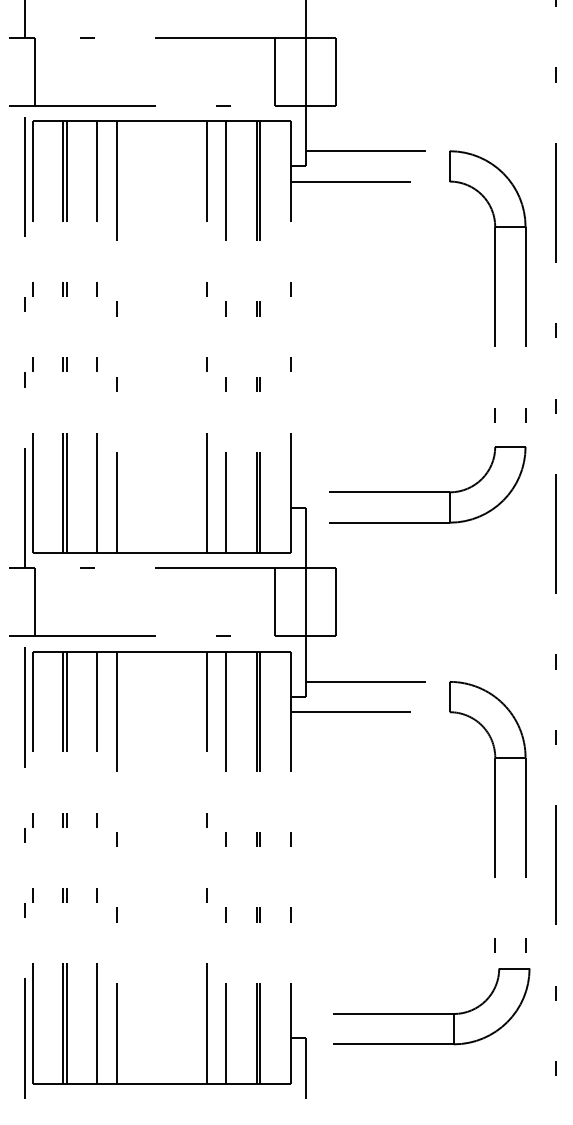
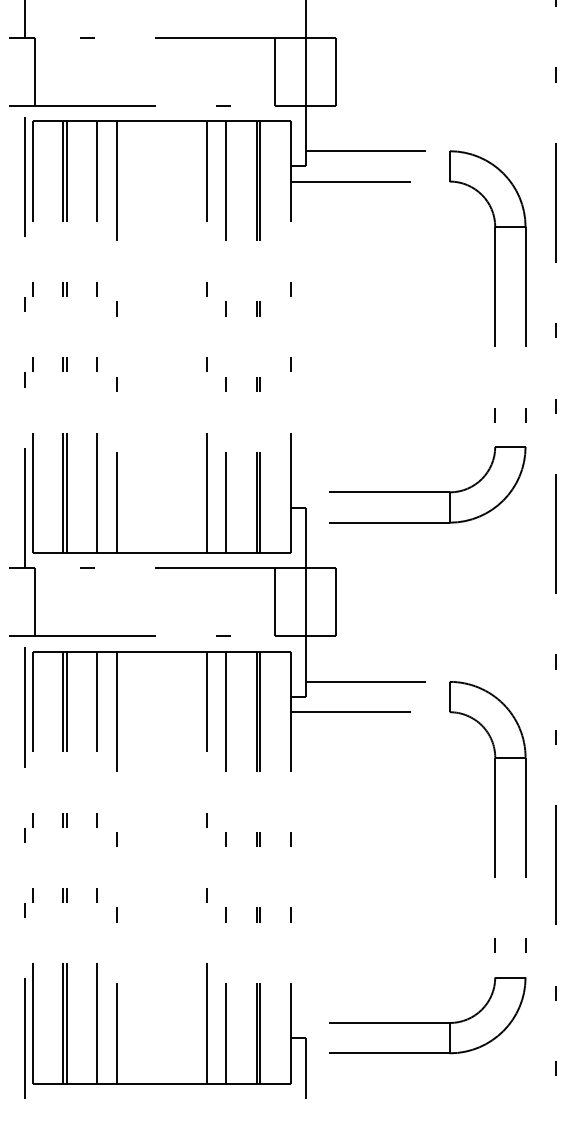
part at (431, 1013) position: (431, 1013) -> (427, 1022)
